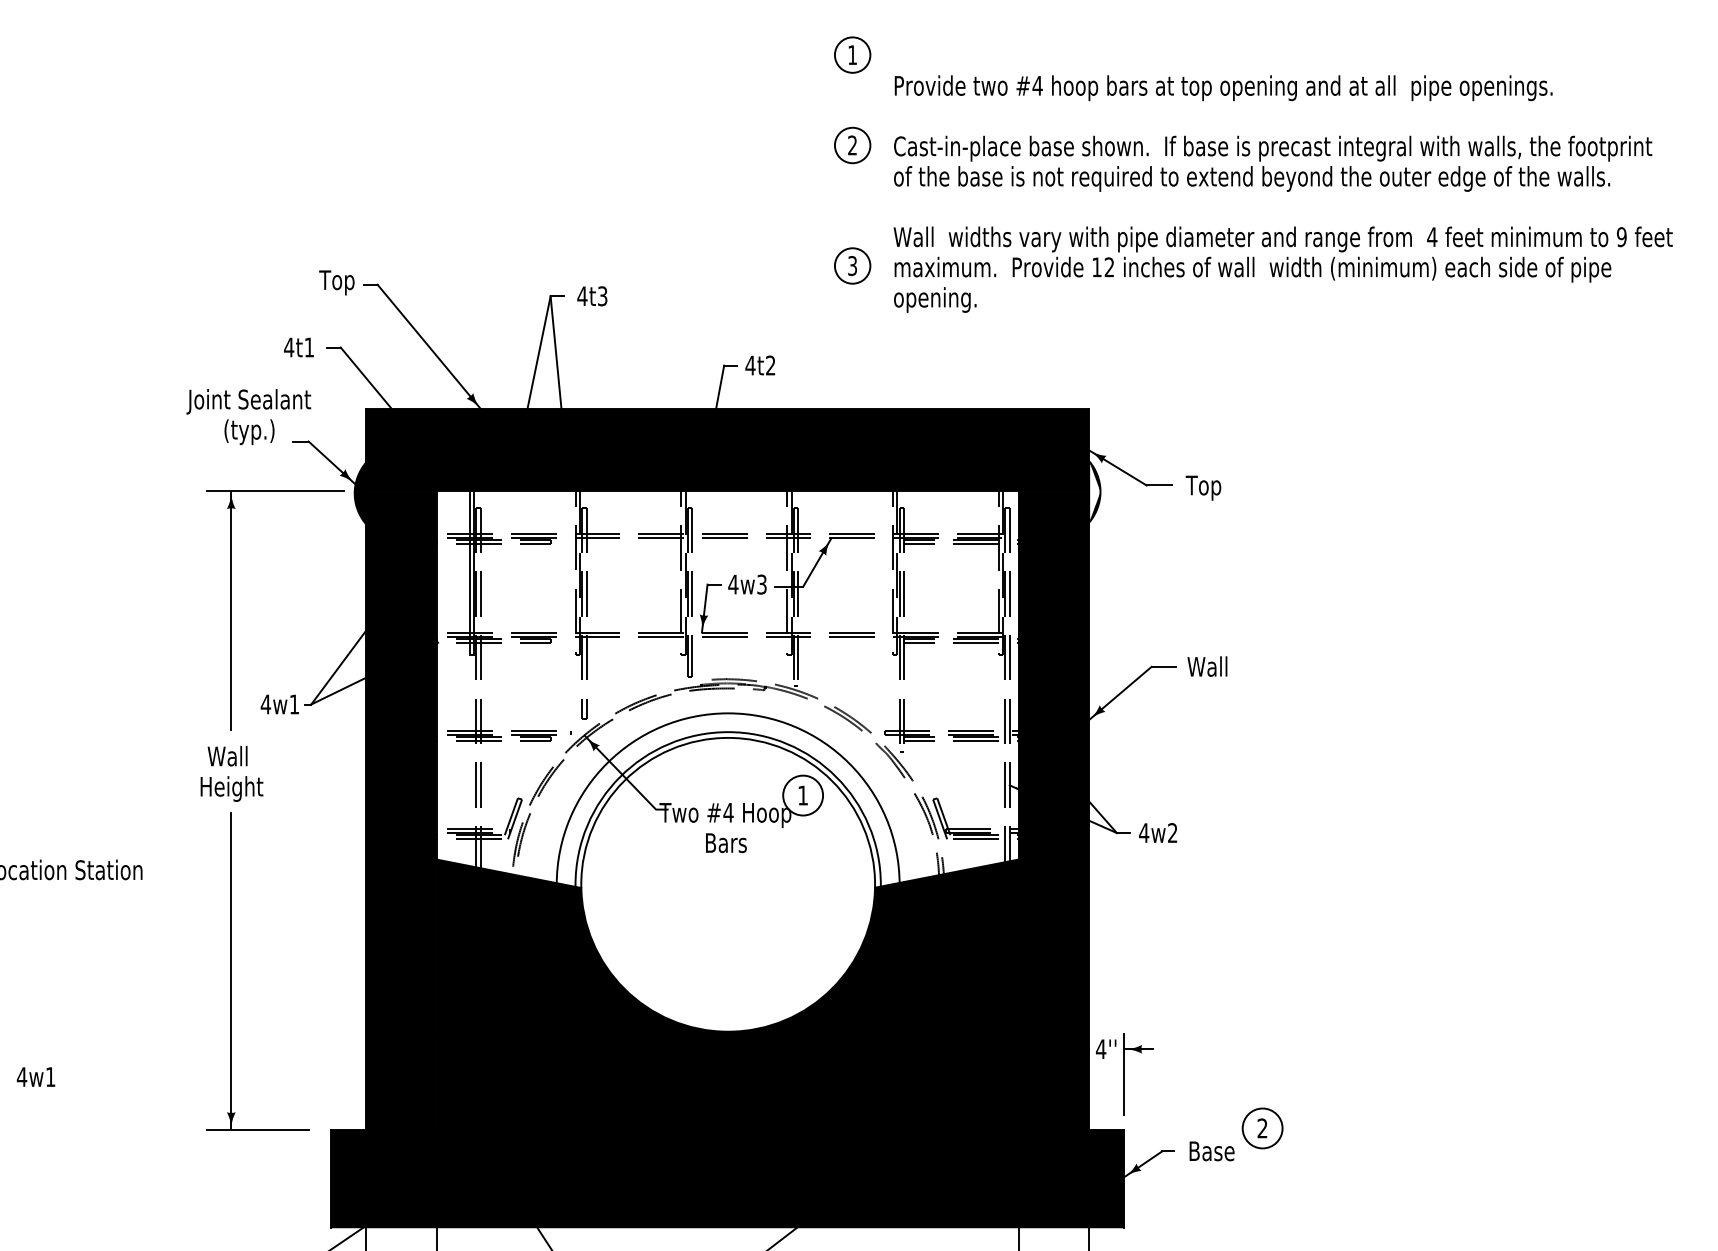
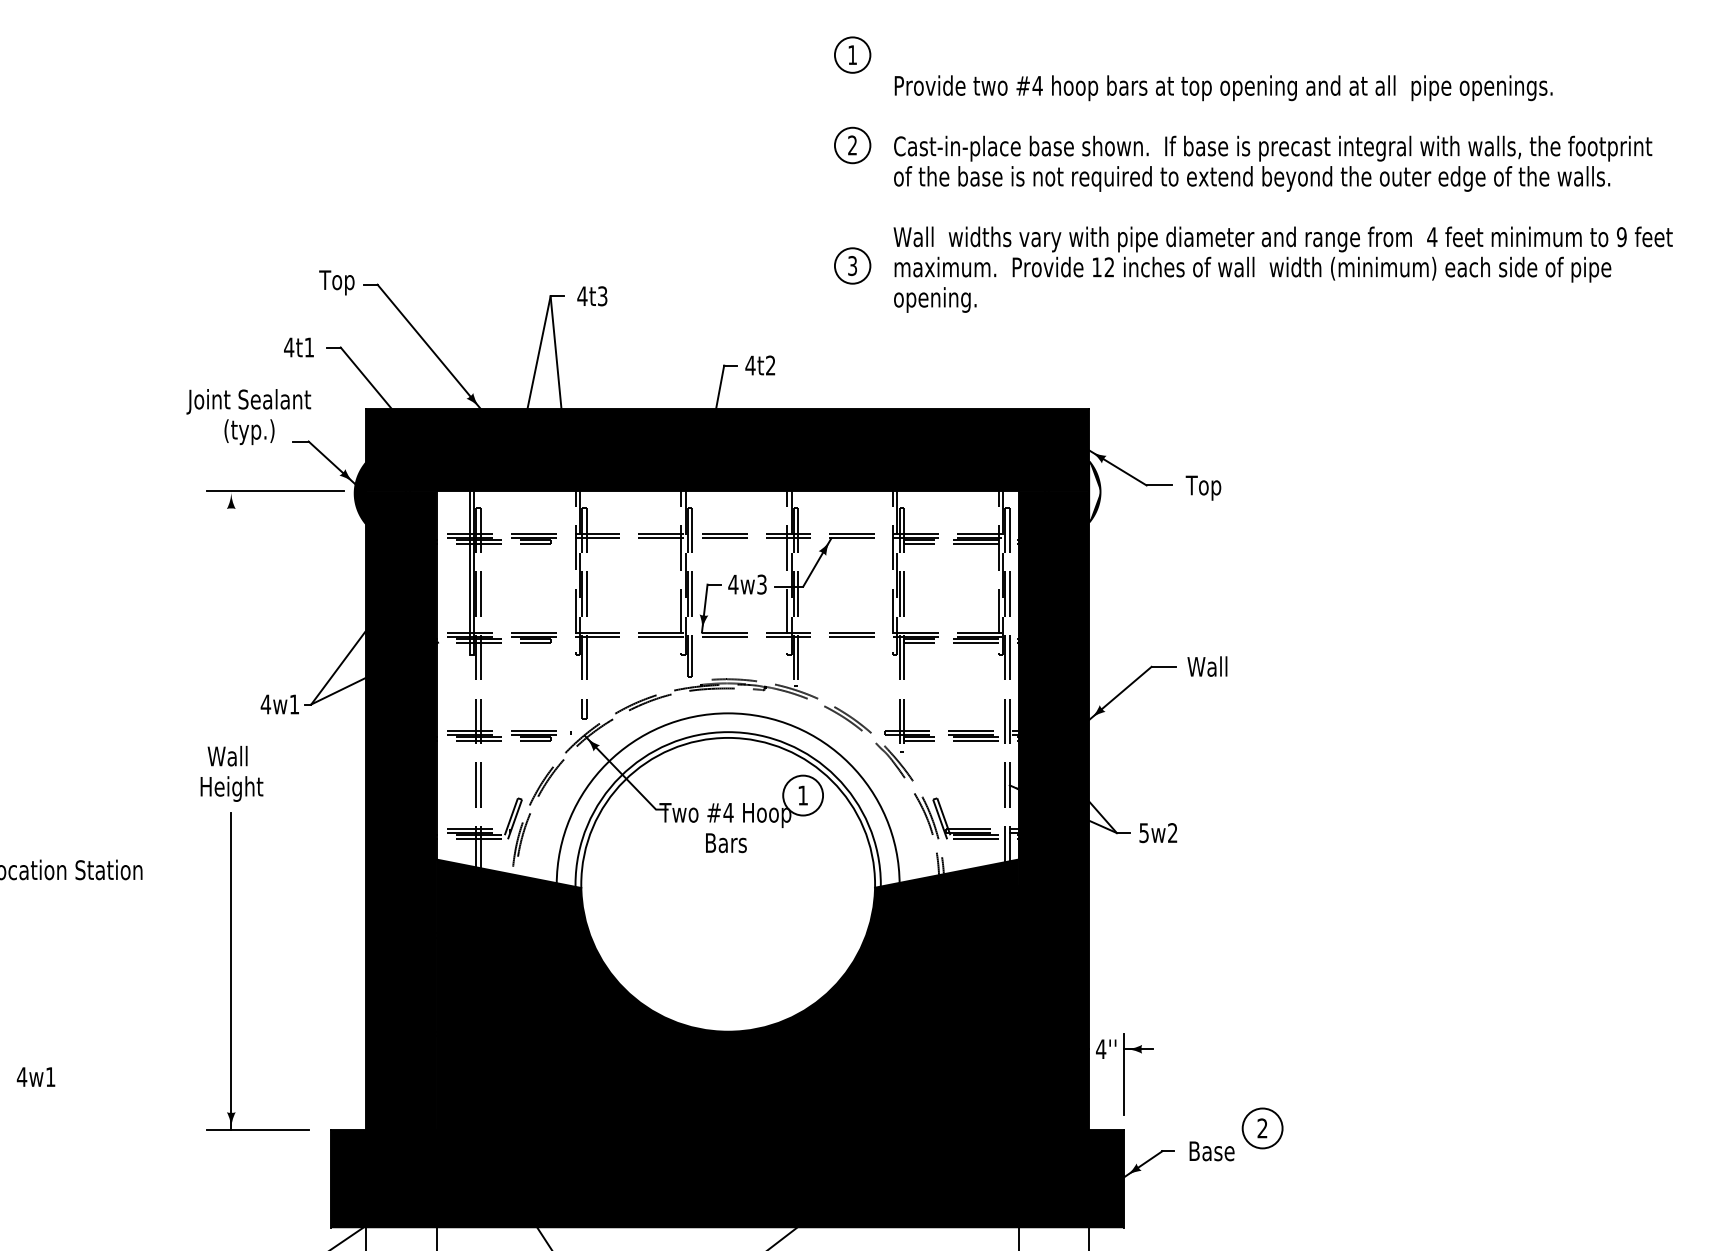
line at (231, 610): present -> none
text at (1144, 833): 4w2 -> 5w2
